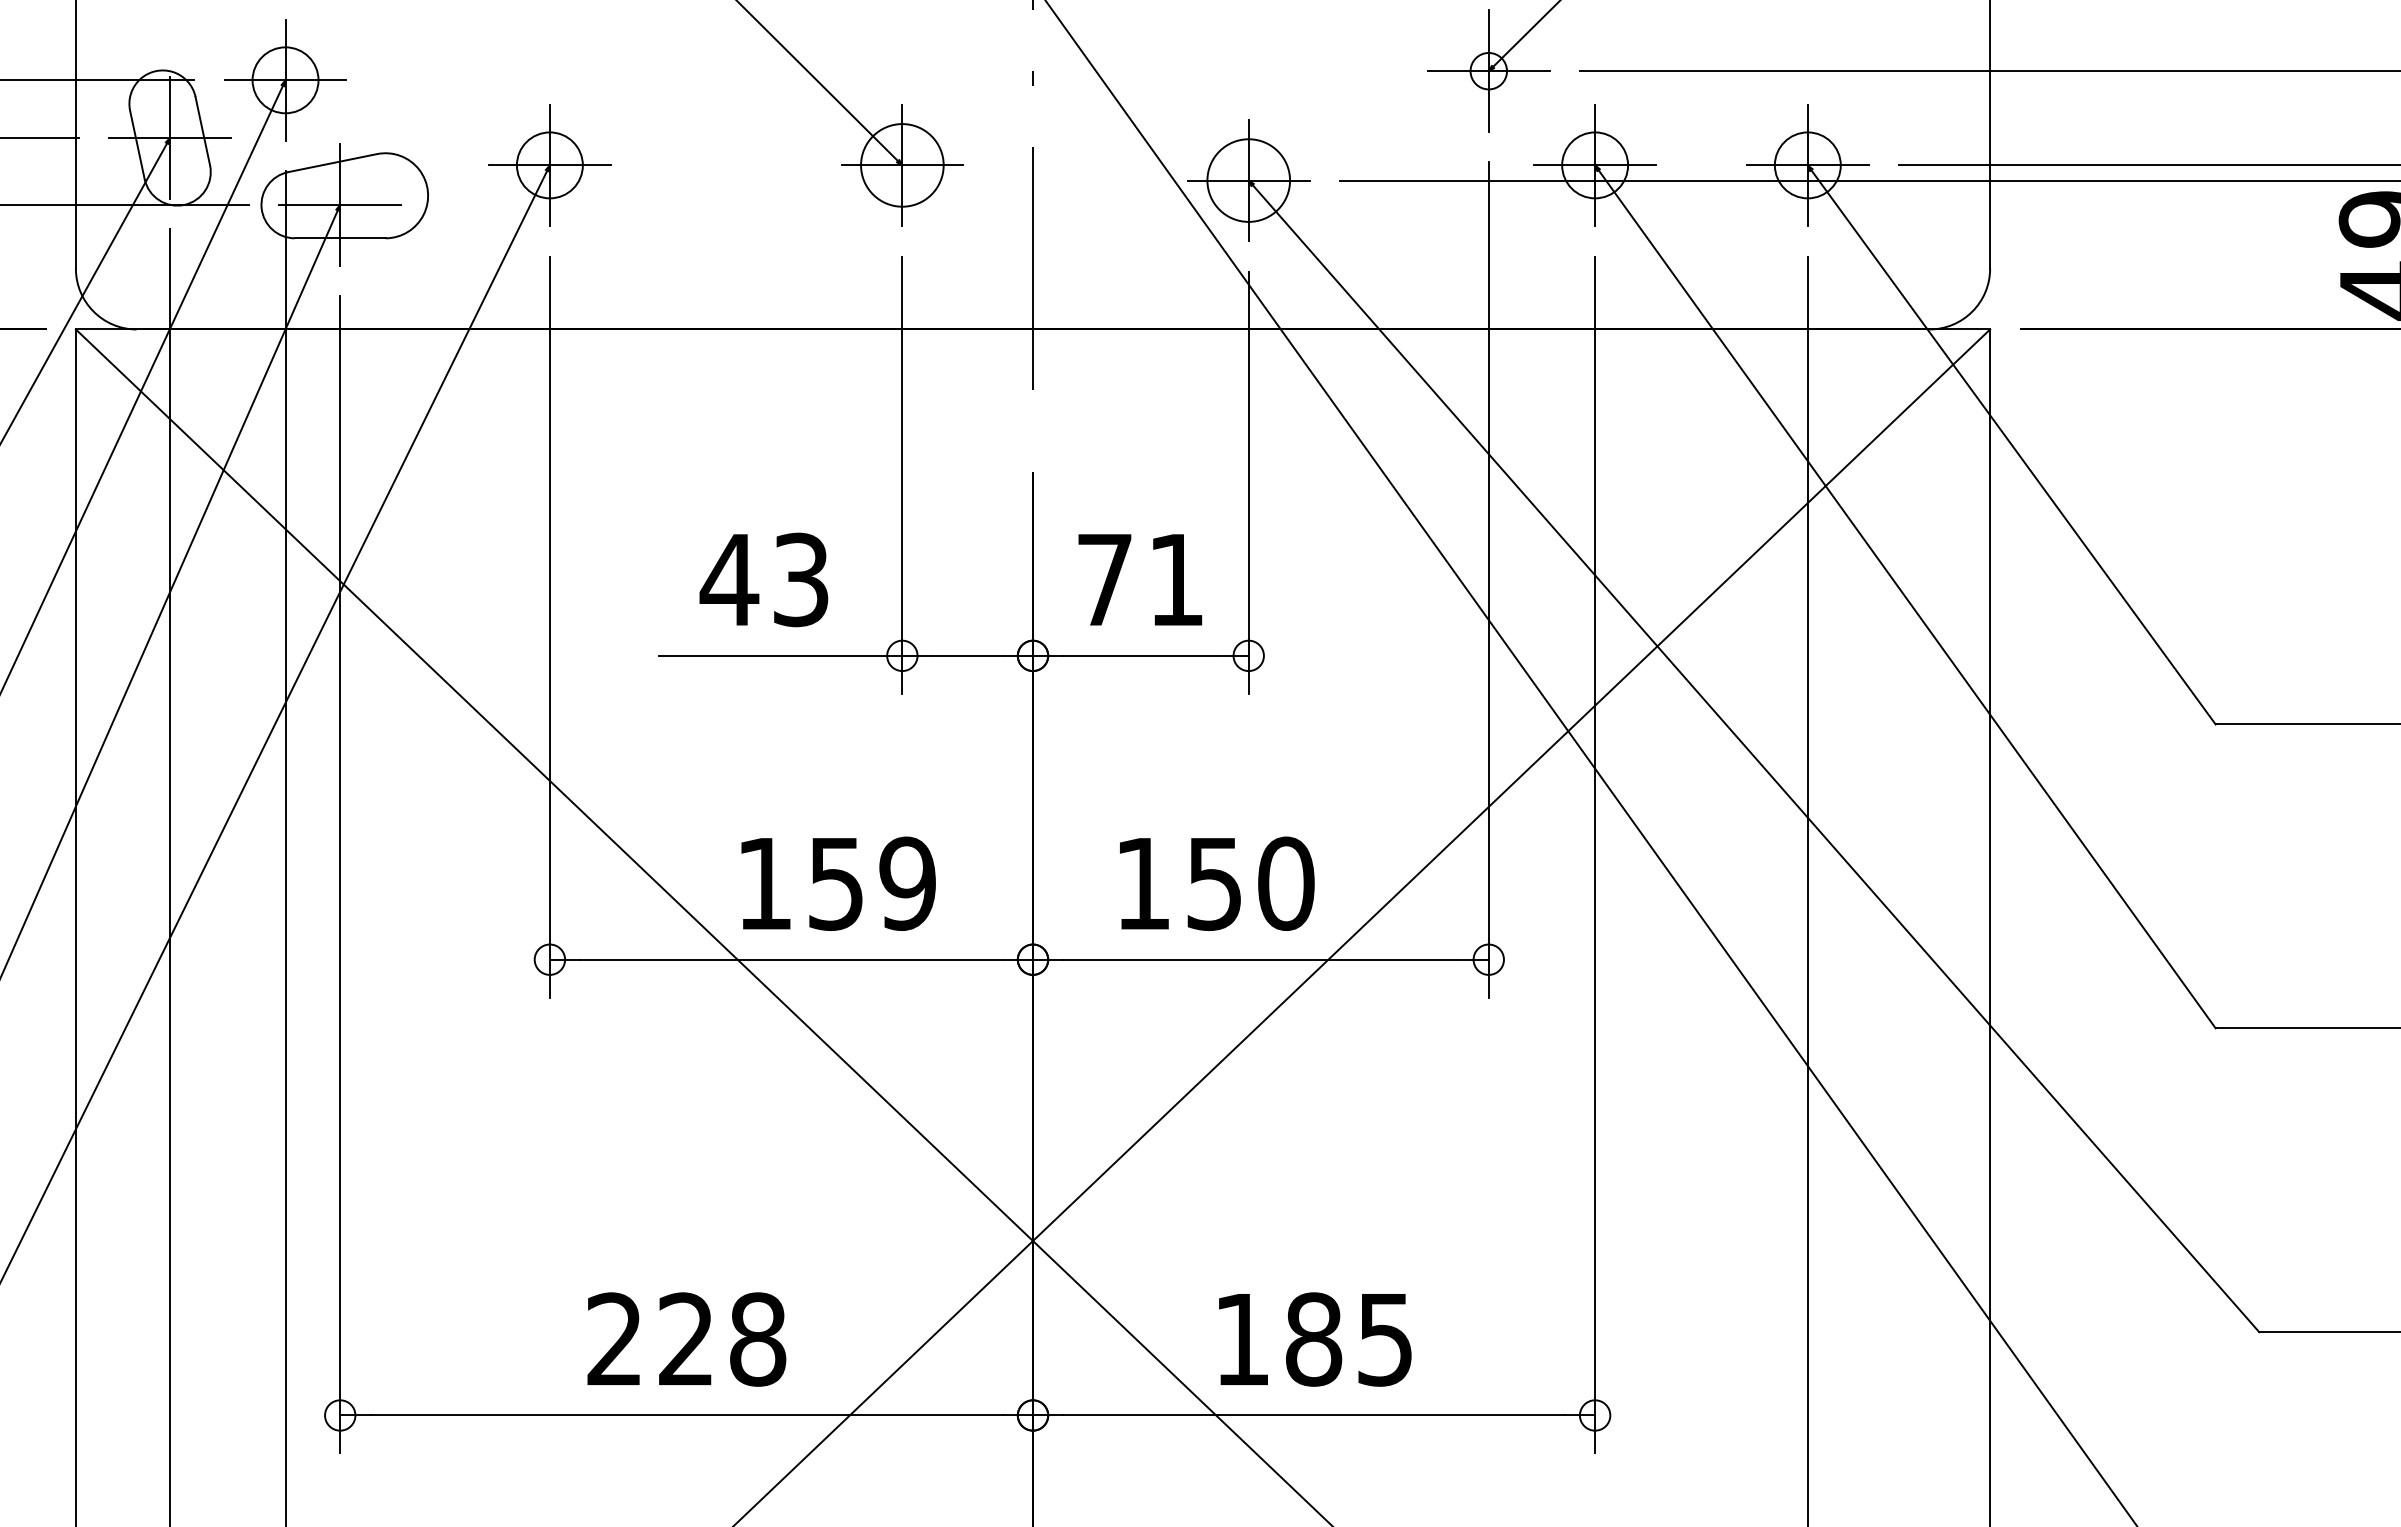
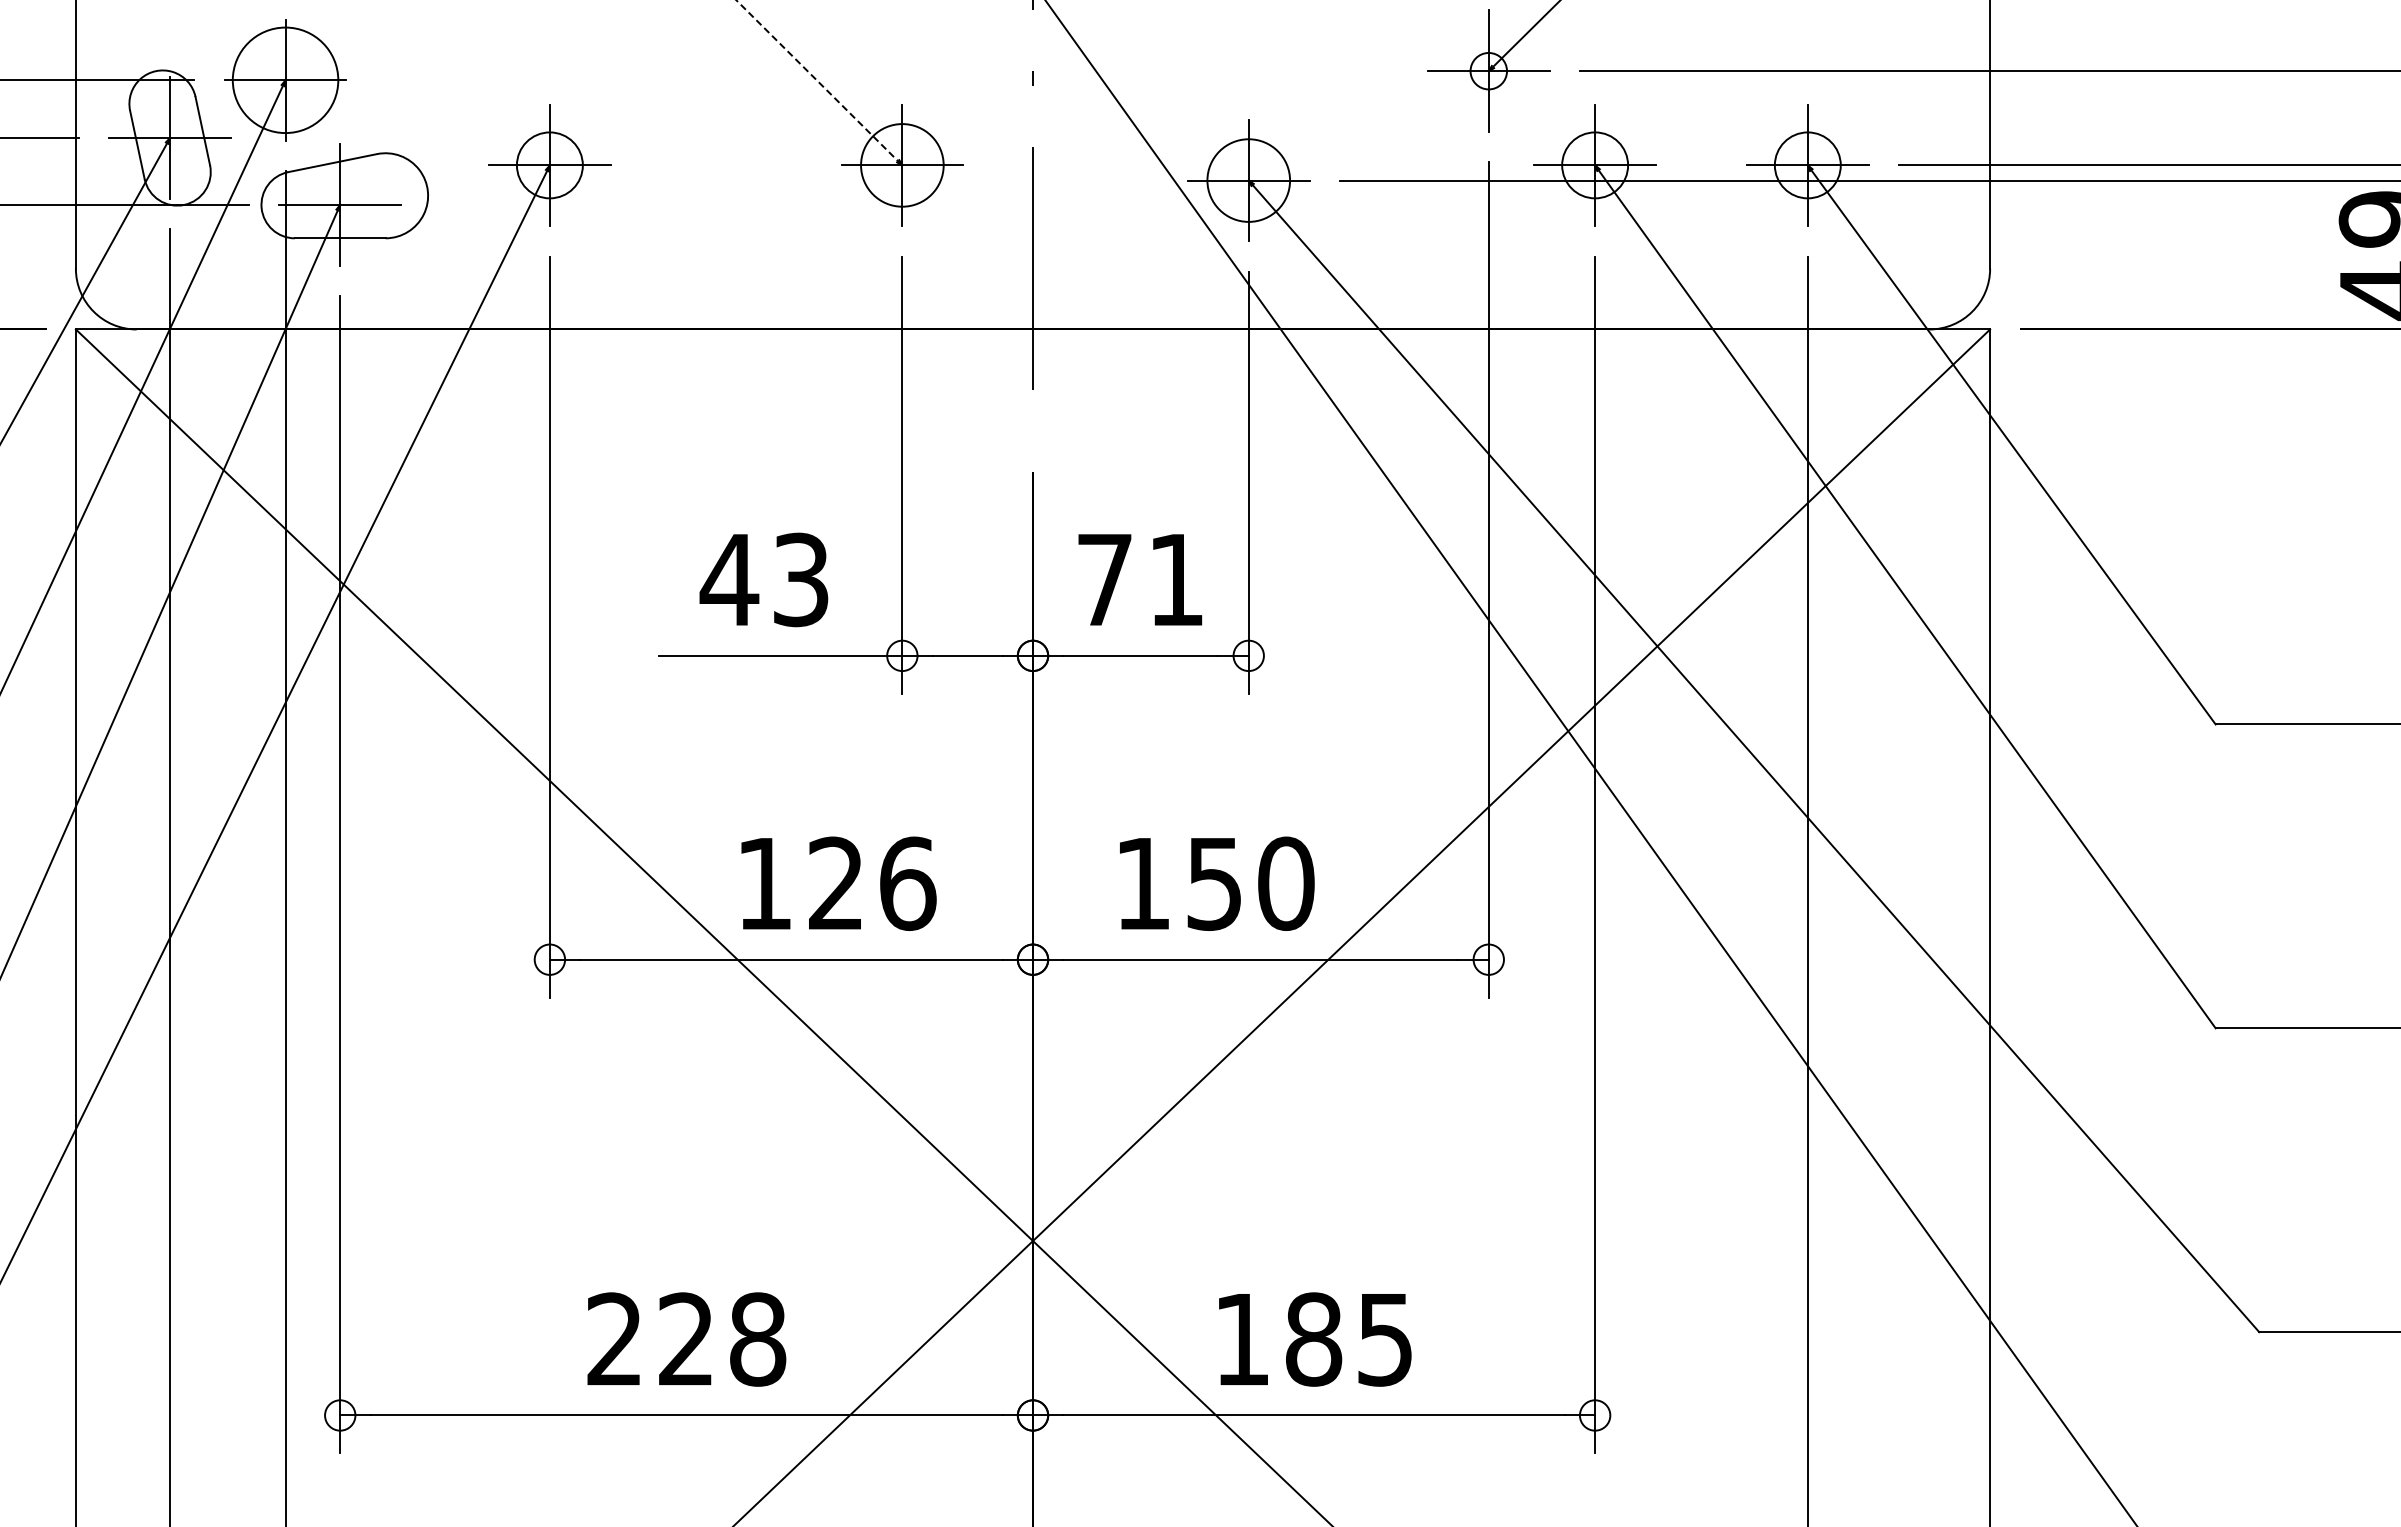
circle at (285, 80) diameter: 66 px -> 105 px
line at (819, 82): solid -> dashed
text at (872, 883): 159 -> 126
